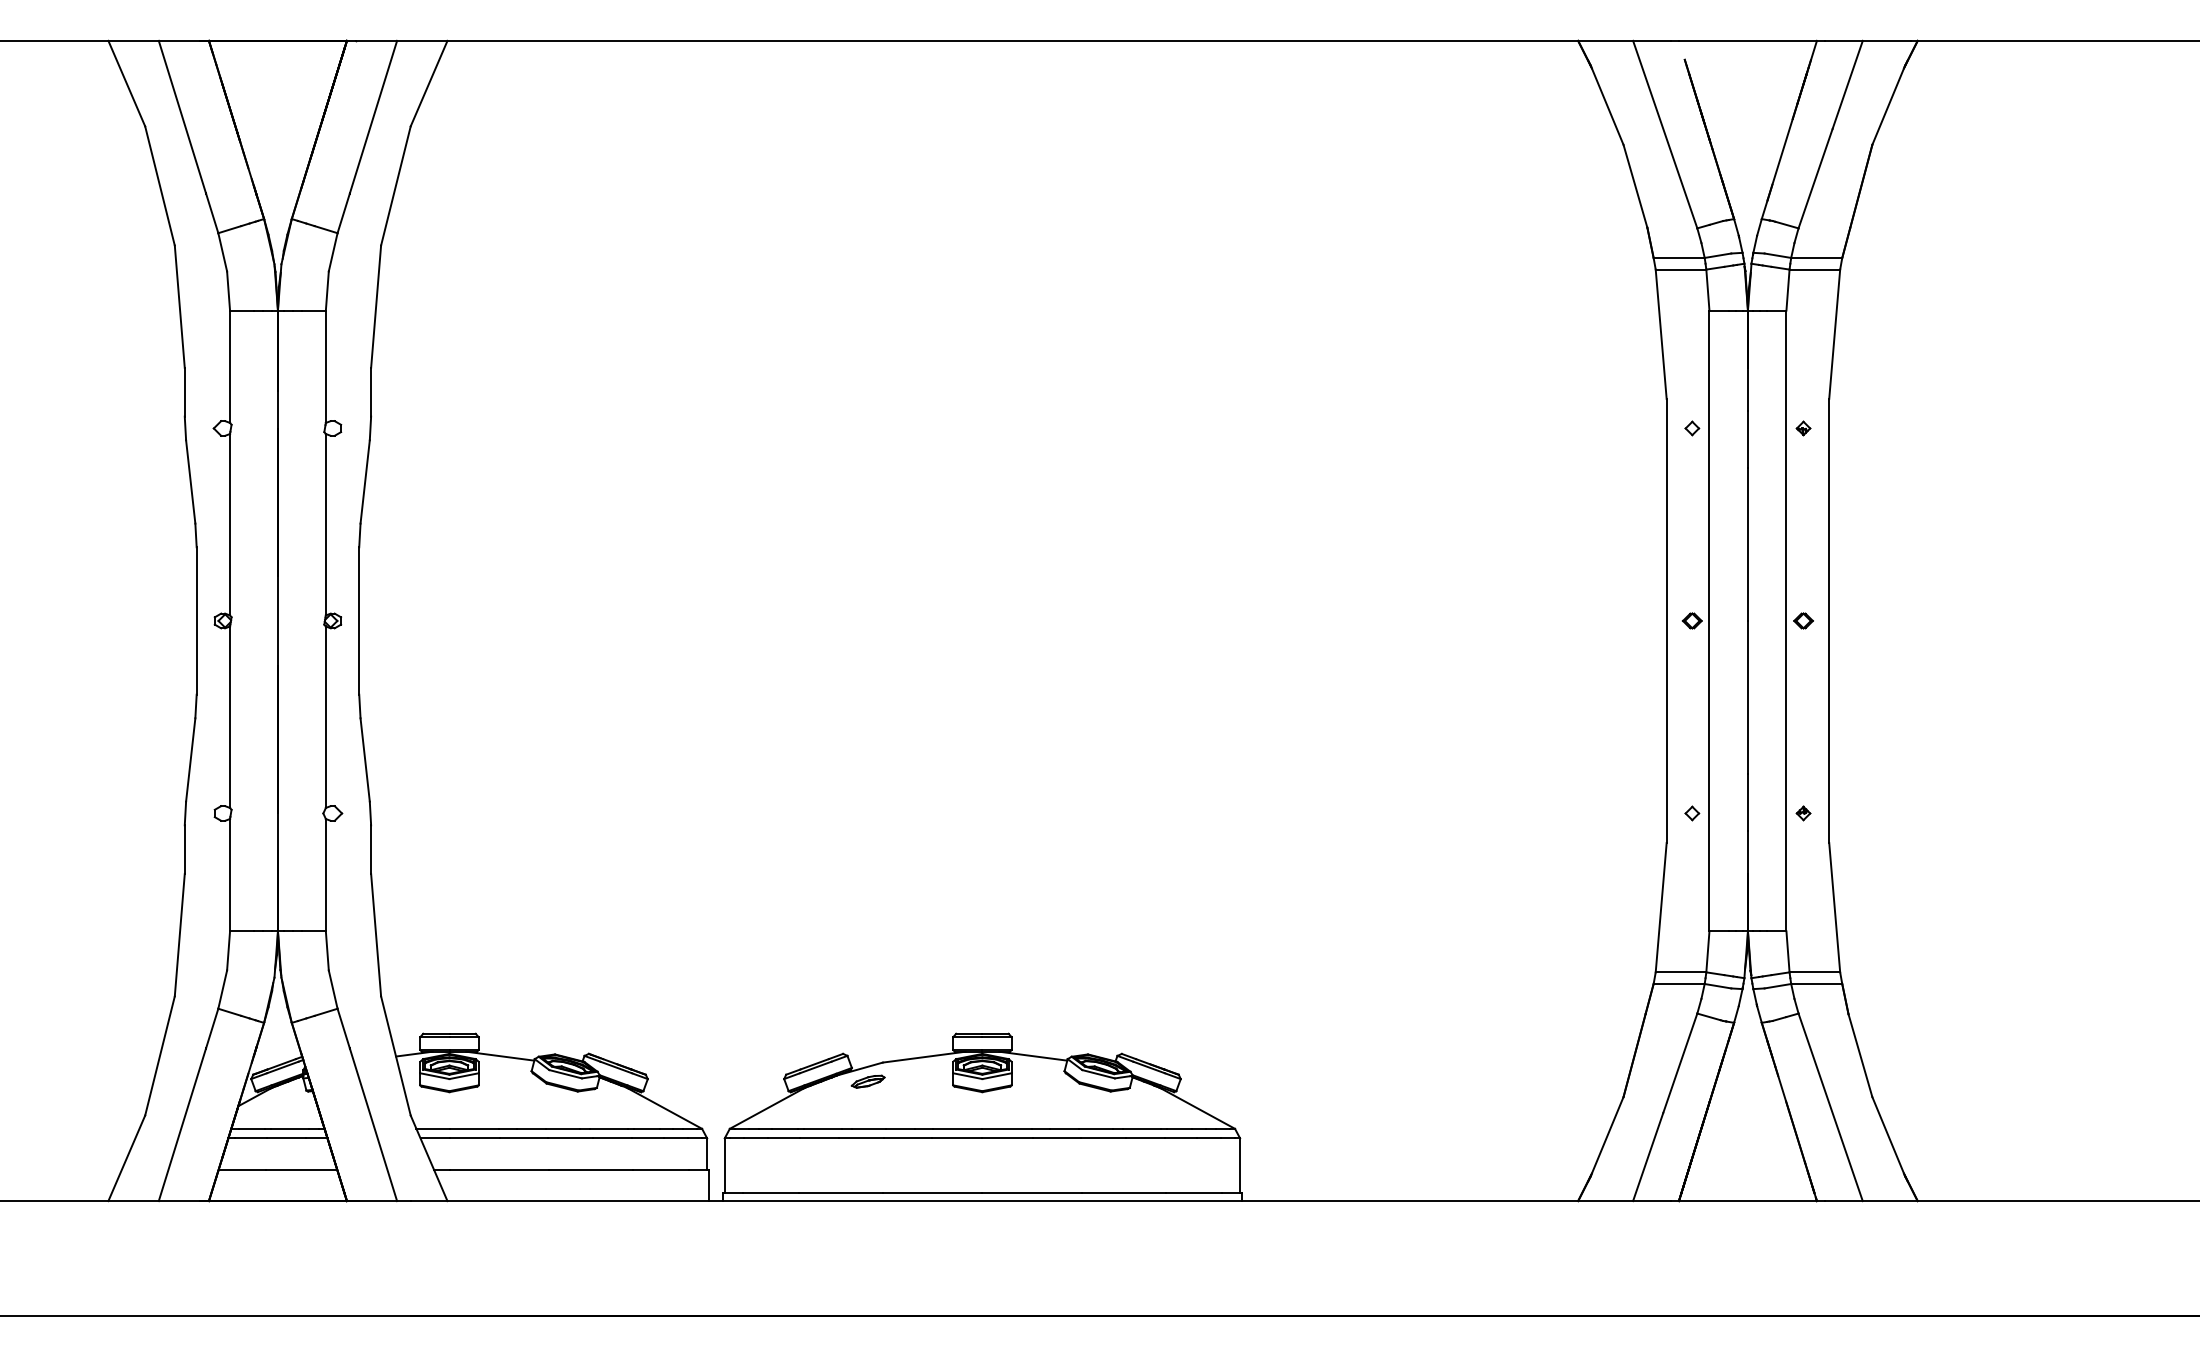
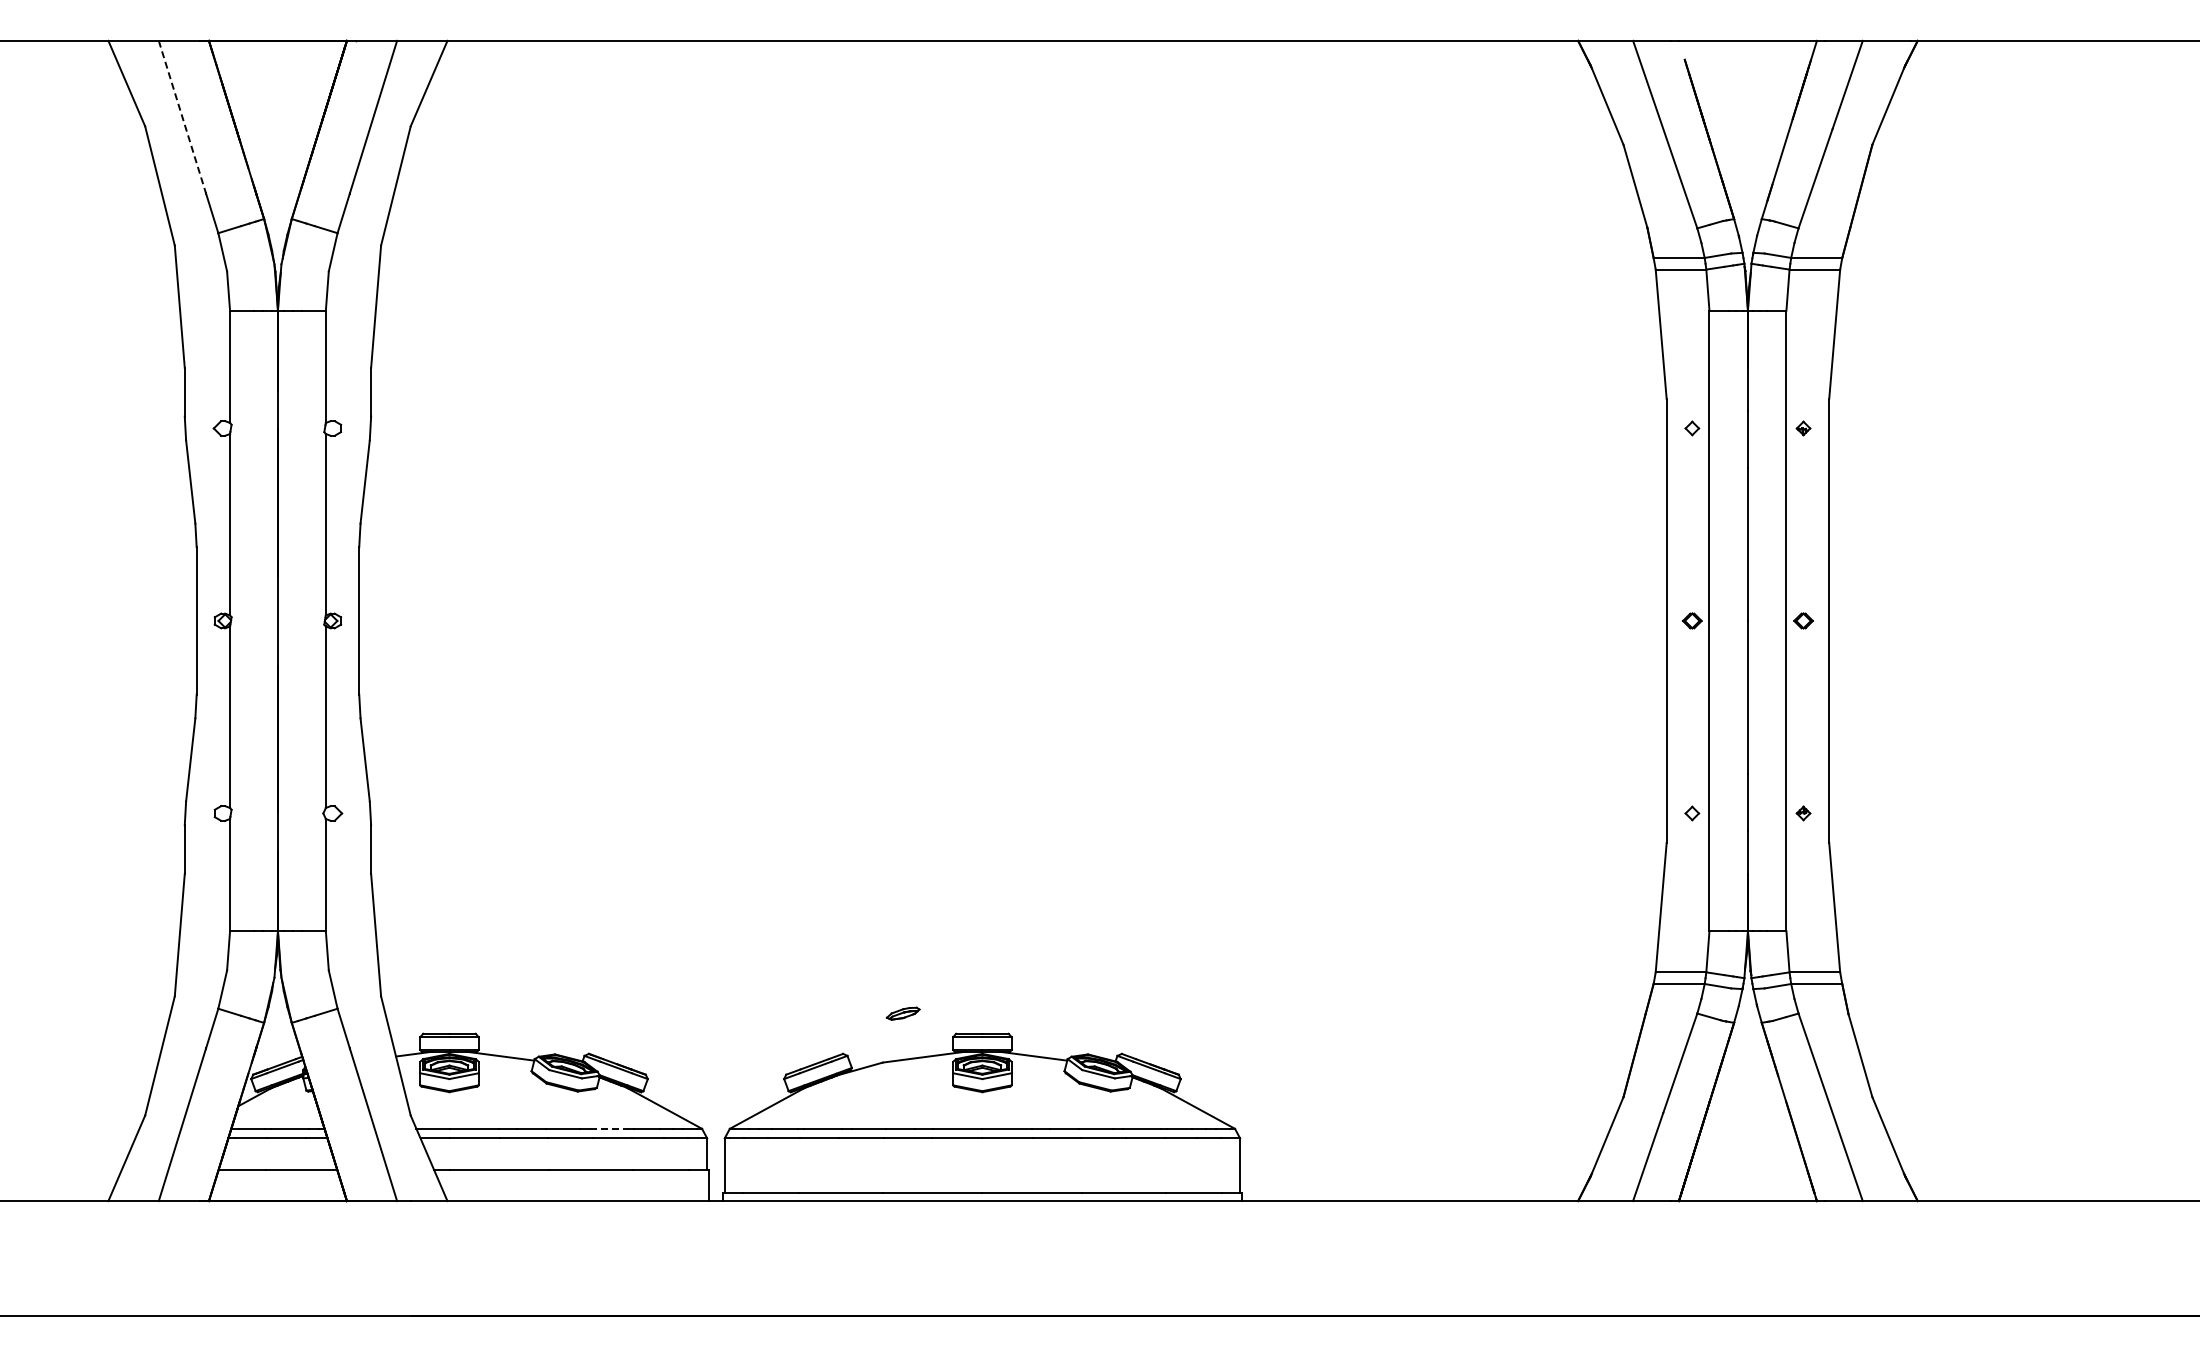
line at (182, 117): solid -> dashed
part at (867, 1081) position: (867, 1081) -> (902, 1013)
line at (609, 1128): solid -> dashed
